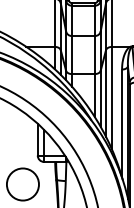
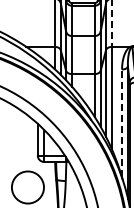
line at (111, 24): solid -> dashed
line at (122, 123): solid -> dashed
circle at (22, 184) position: (22, 184) -> (27, 187)
